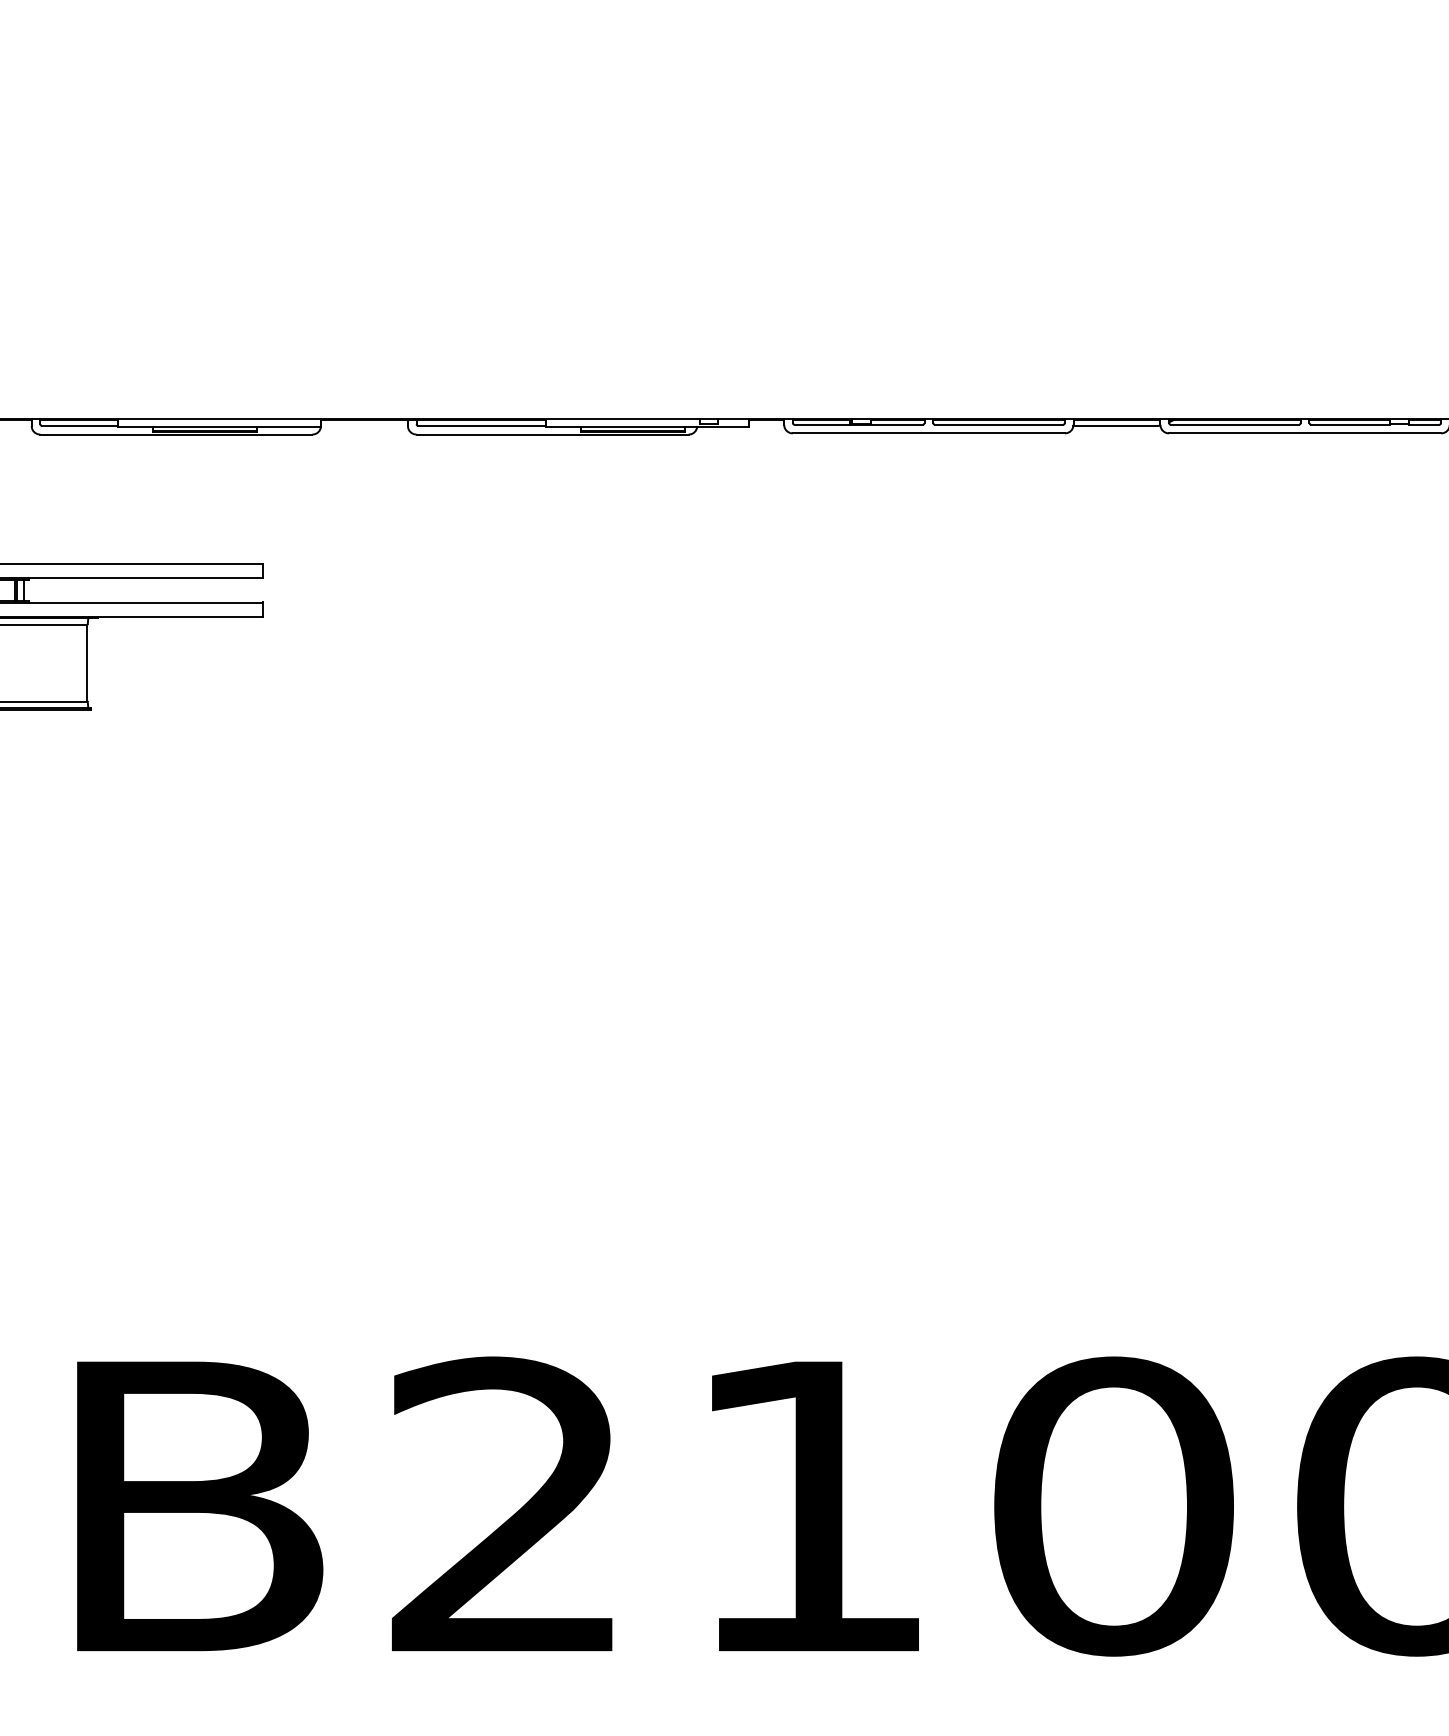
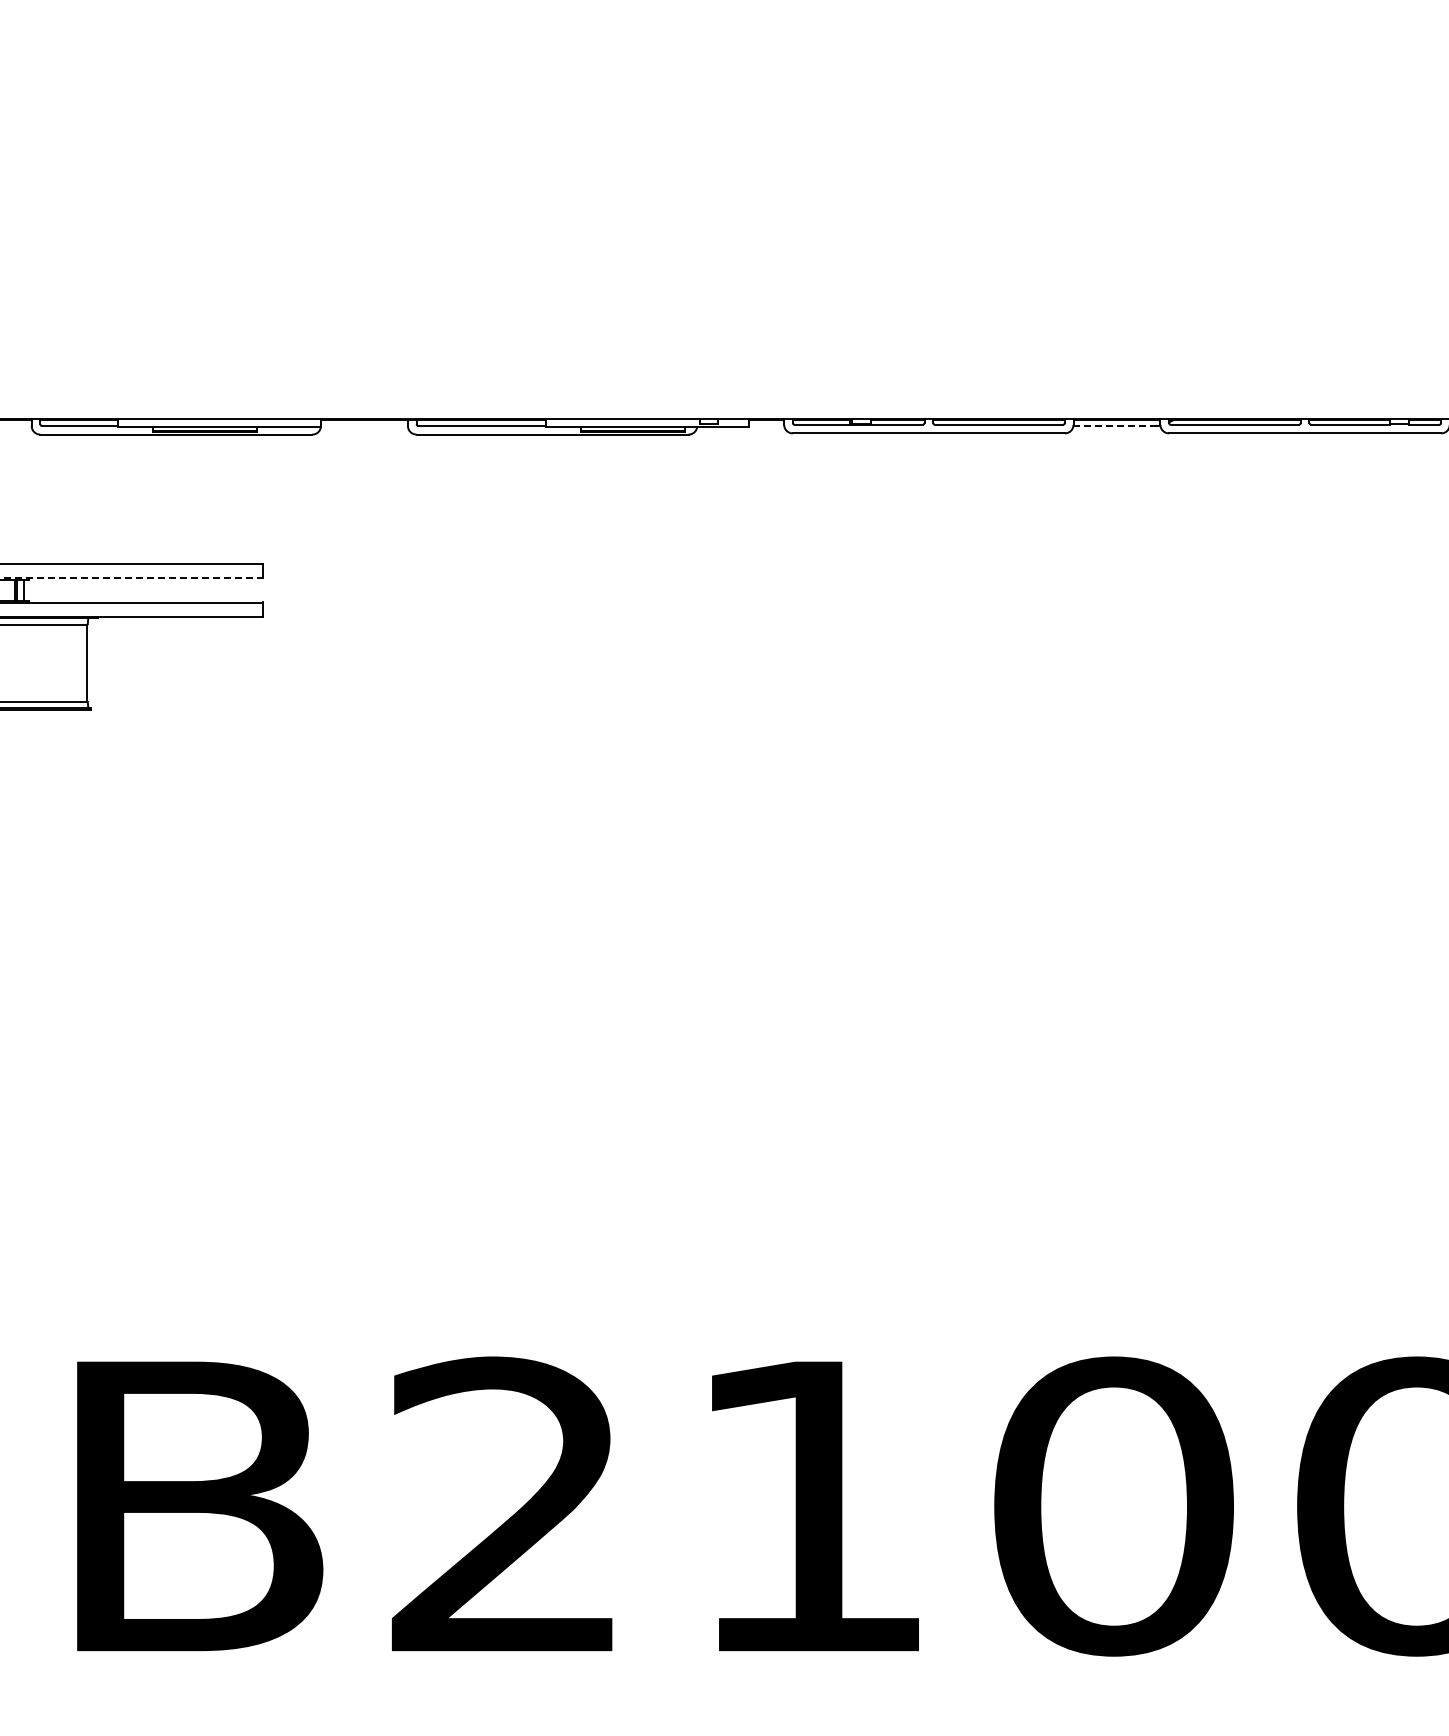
line at (1115, 425): solid -> dashed
line at (131, 578): solid -> dashed
